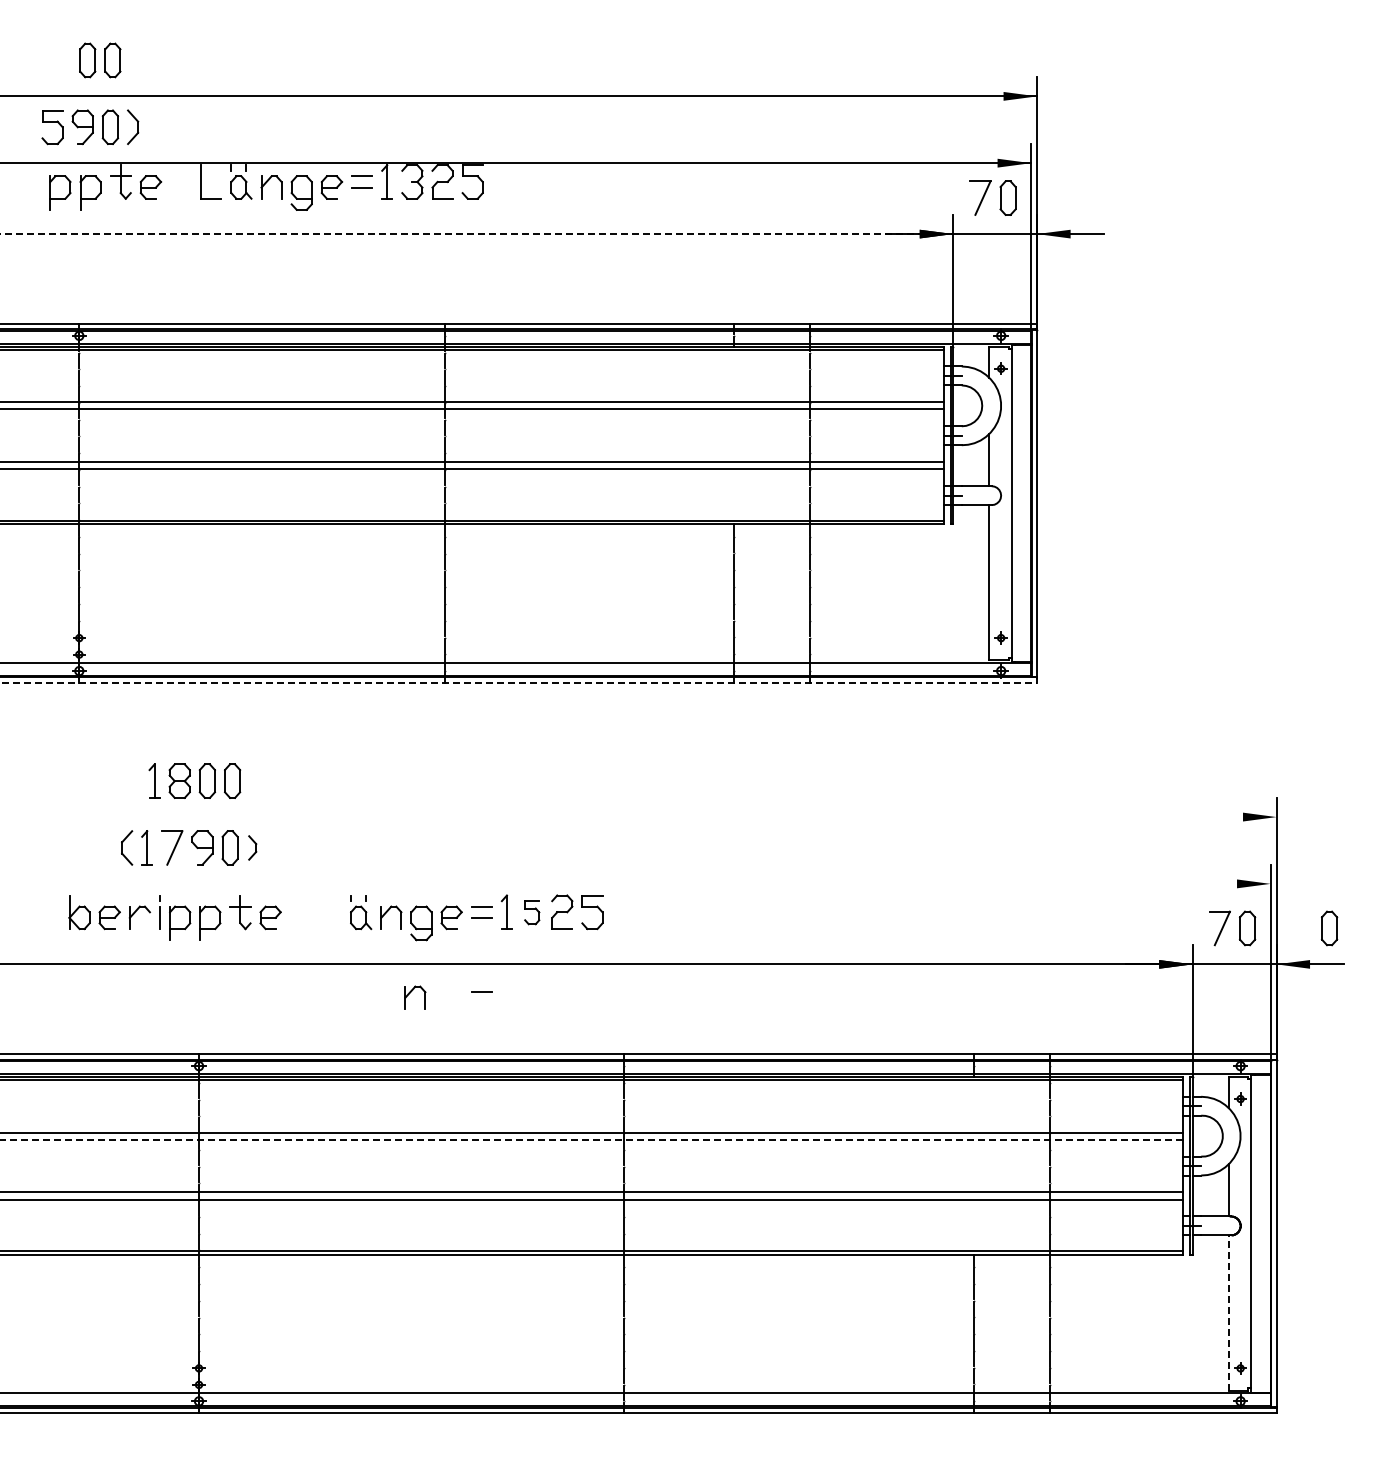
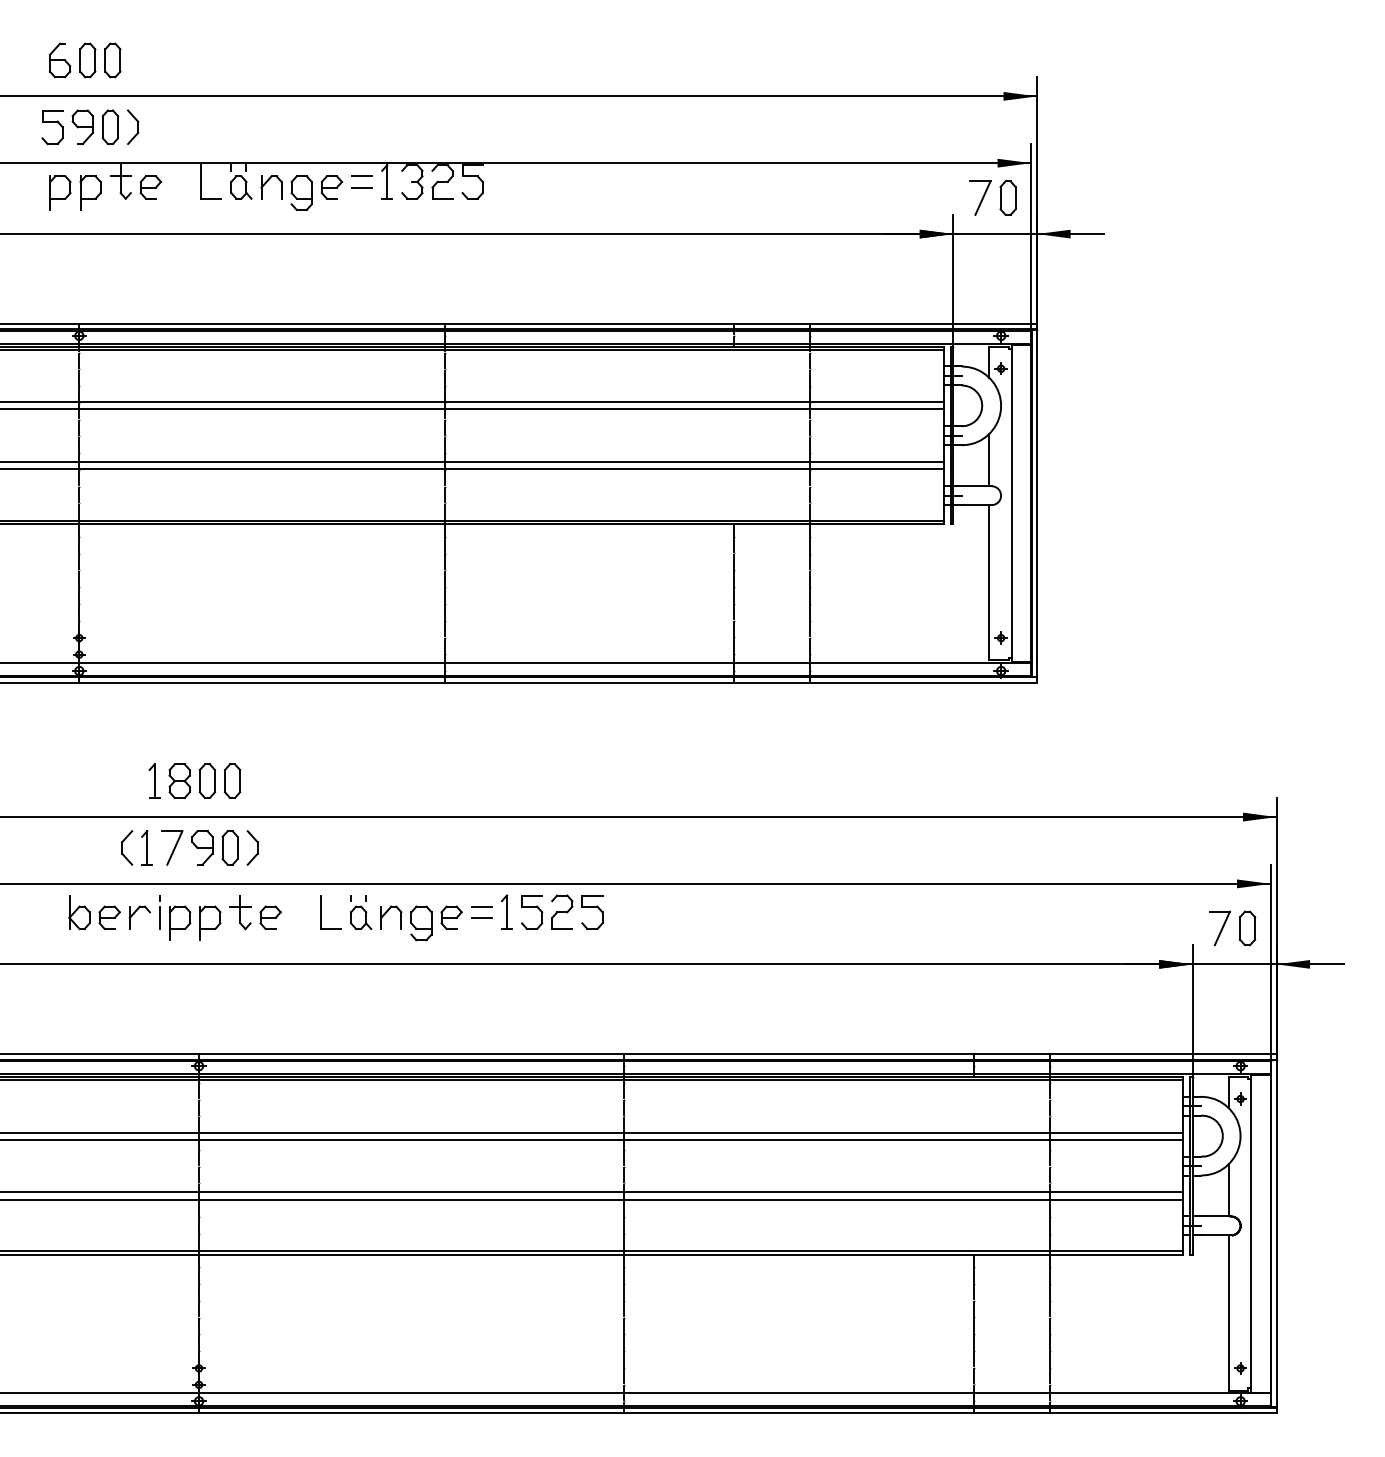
part at (59, 60): none -> present
line at (477, 234): dashed -> solid
line at (519, 683): dashed -> solid
line at (639, 817): none -> present
part at (252, 847) size: 10x26 px -> 13x36 px
line at (636, 883): none -> present
part at (321, 912): none -> present
part at (532, 912) size: 17x26 px -> 23x36 px
part at (1329, 928): present -> none
line at (481, 991): present -> none
part at (411, 992): present -> none
line at (591, 1139): dashed -> solid
line at (1228, 1312): dashed -> solid
